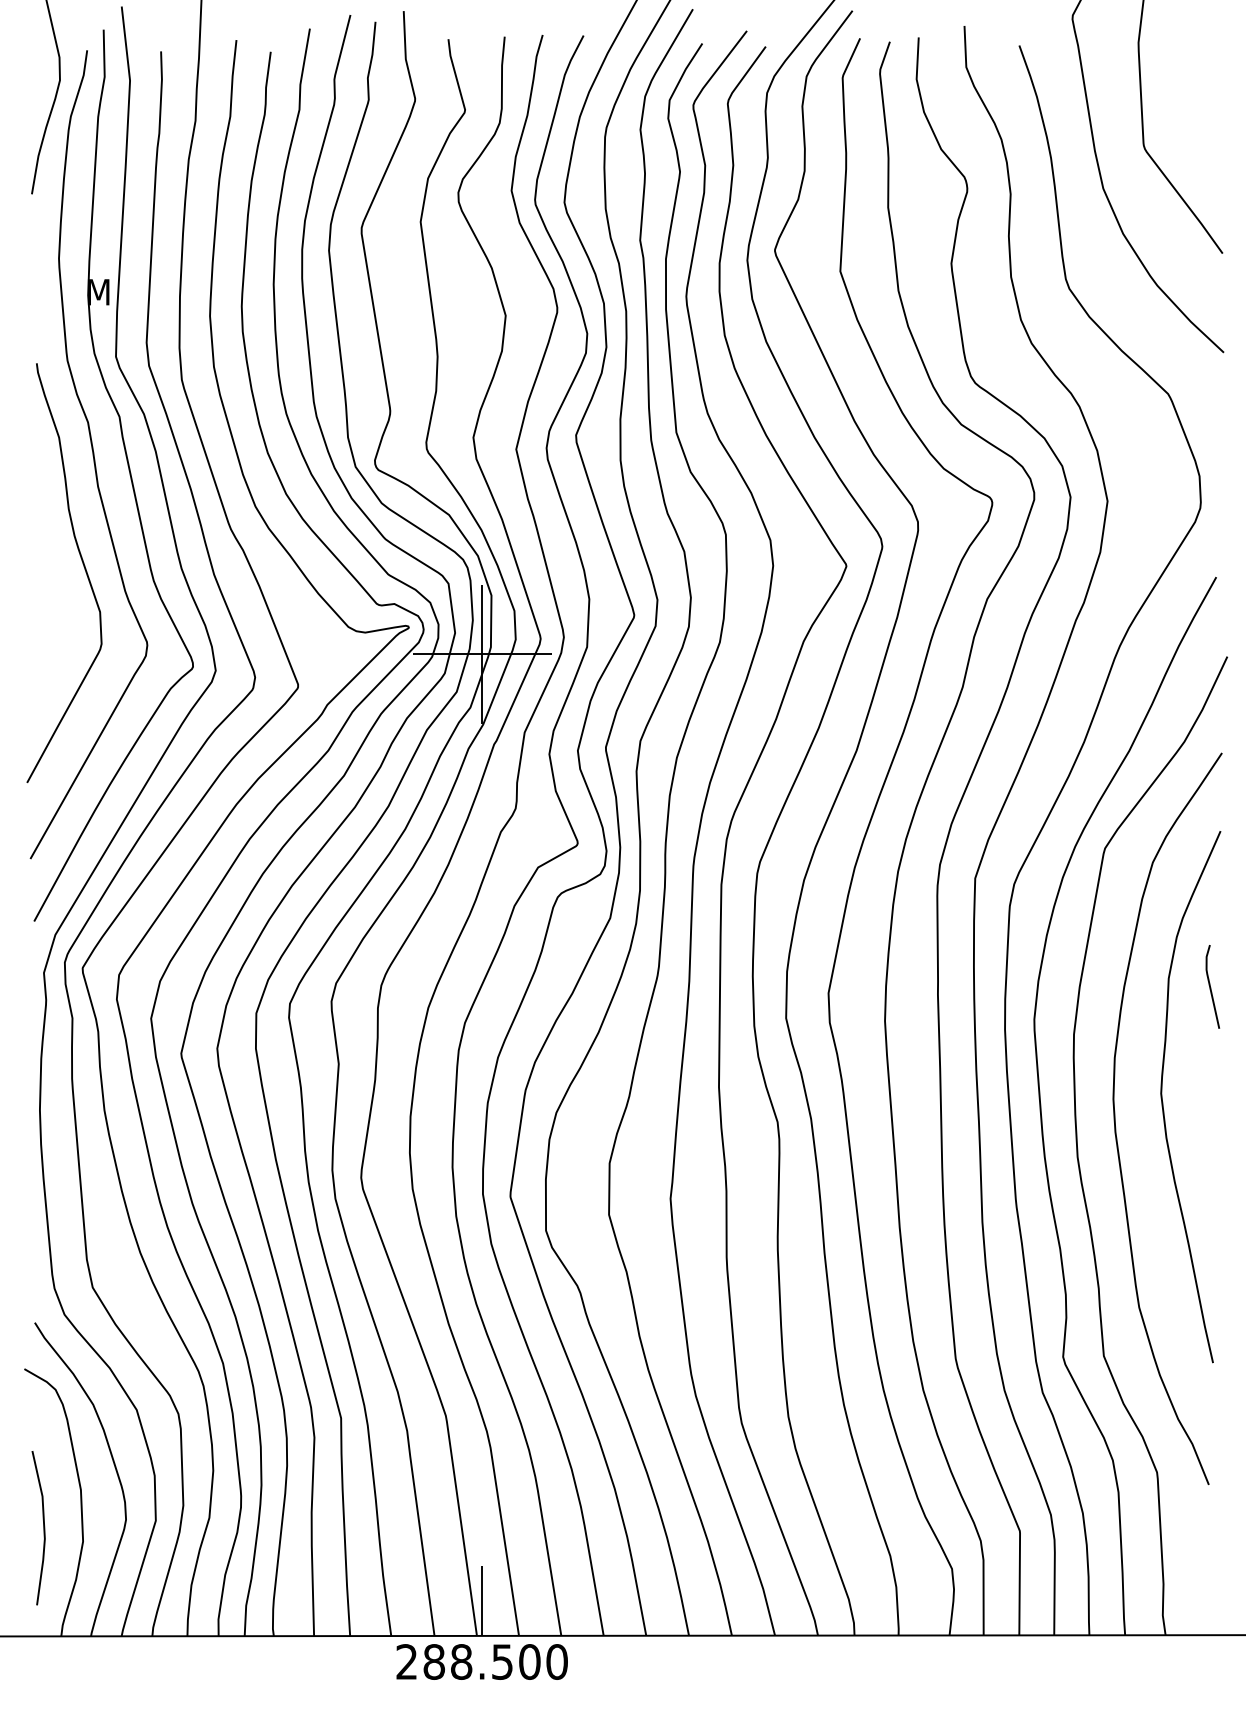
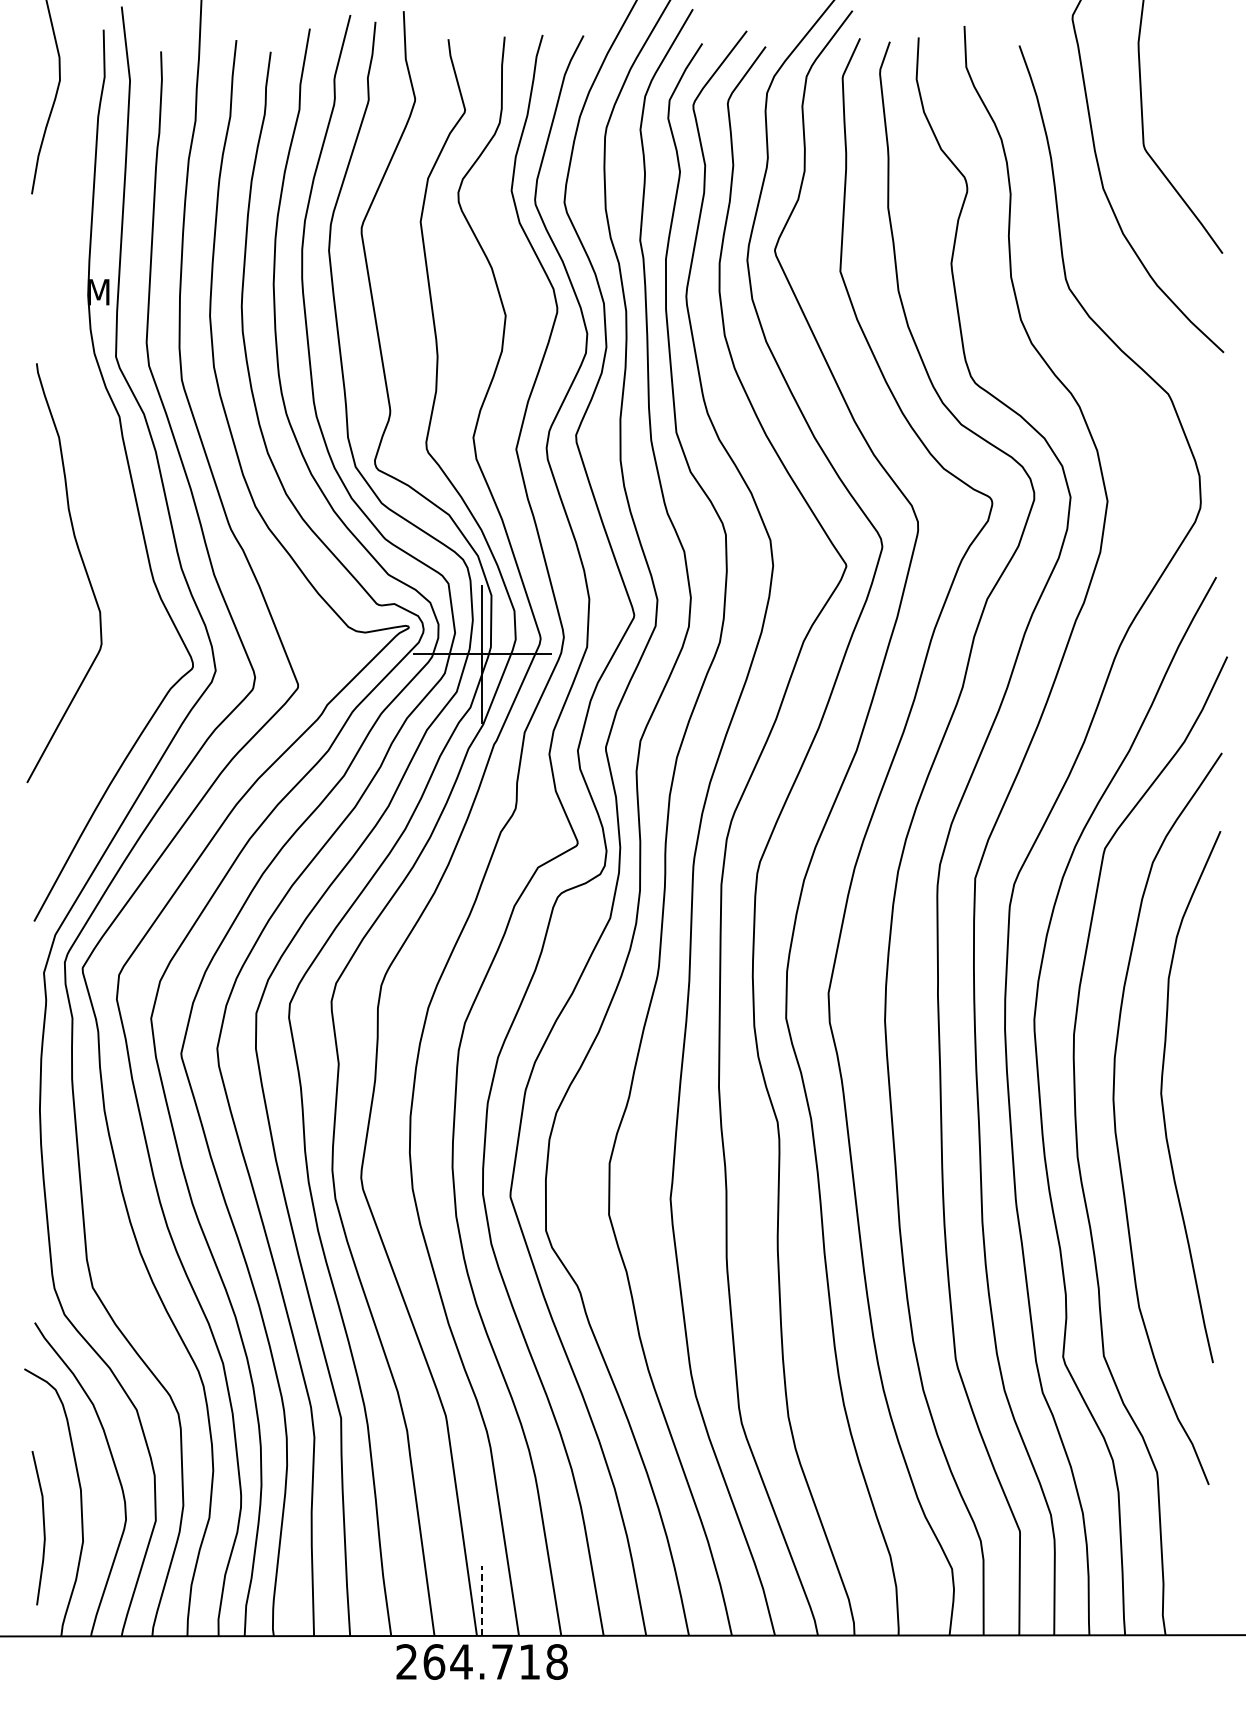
curve at (92, 454): present -> none
line at (1211, 987): present -> none
line at (482, 1601): solid -> dashed
text at (495, 1661): 288.500 -> 264.718
